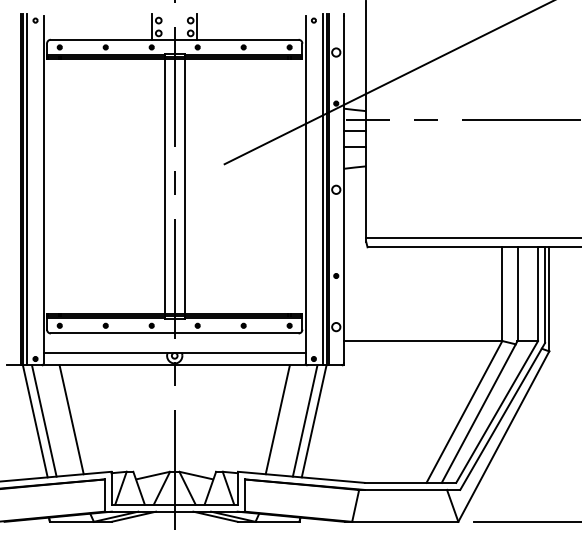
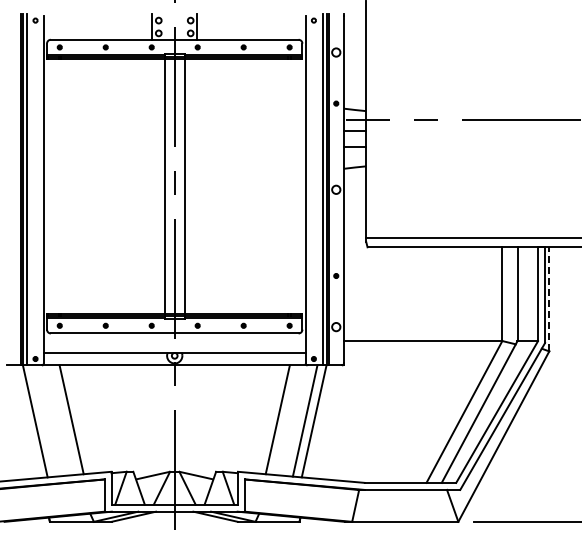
line at (387, 83): present -> none
line at (549, 298): solid -> dashed
line at (44, 420): present -> none
